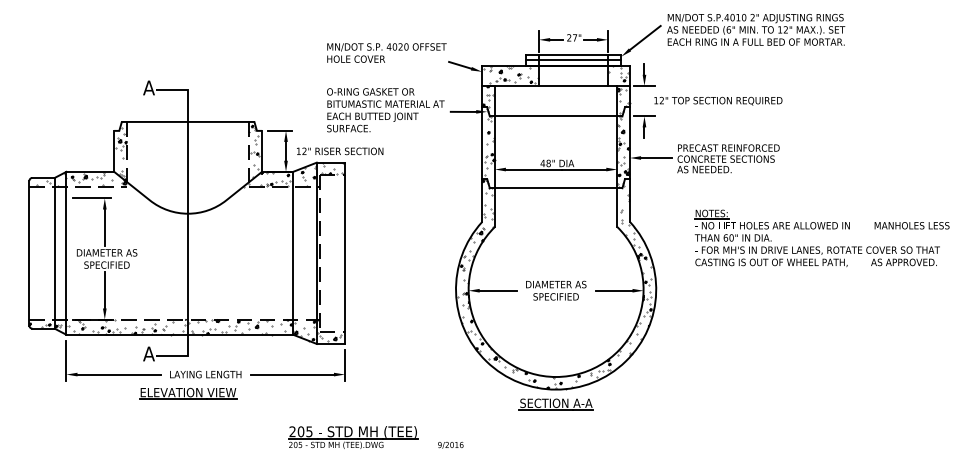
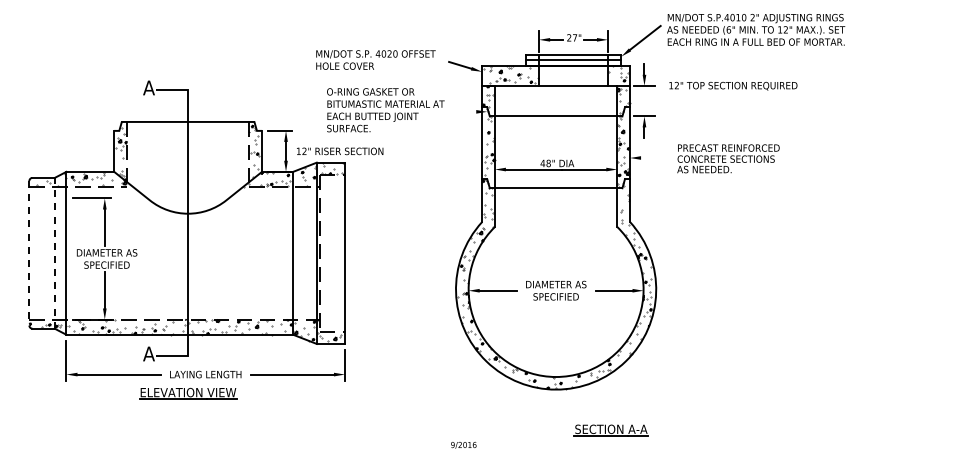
text at (386, 52) position: (386, 52) -> (375, 59)
text at (718, 100) position: (718, 100) -> (733, 85)
line at (463, 111): present -> none
line at (656, 158): present -> none
part at (819, 246): present -> none
line at (54, 252): solid -> dashed
line at (29, 253): solid -> dashed
part at (555, 404) position: (555, 404) -> (610, 430)
part at (353, 437): present -> none
text at (450, 445) position: (450, 445) -> (463, 445)
